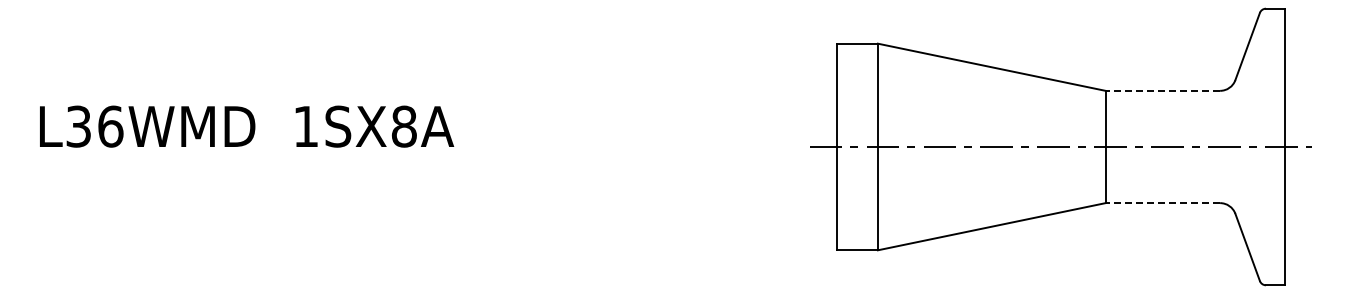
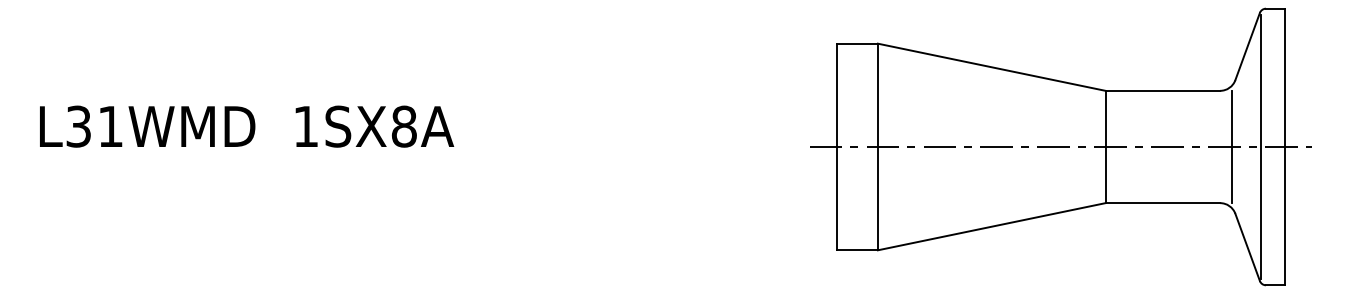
line at (1162, 90): dashed -> solid
text at (110, 126): L36WMD -> L31WMD
line at (1231, 146): none -> present
line at (1261, 146): none -> present
line at (1162, 203): dashed -> solid
